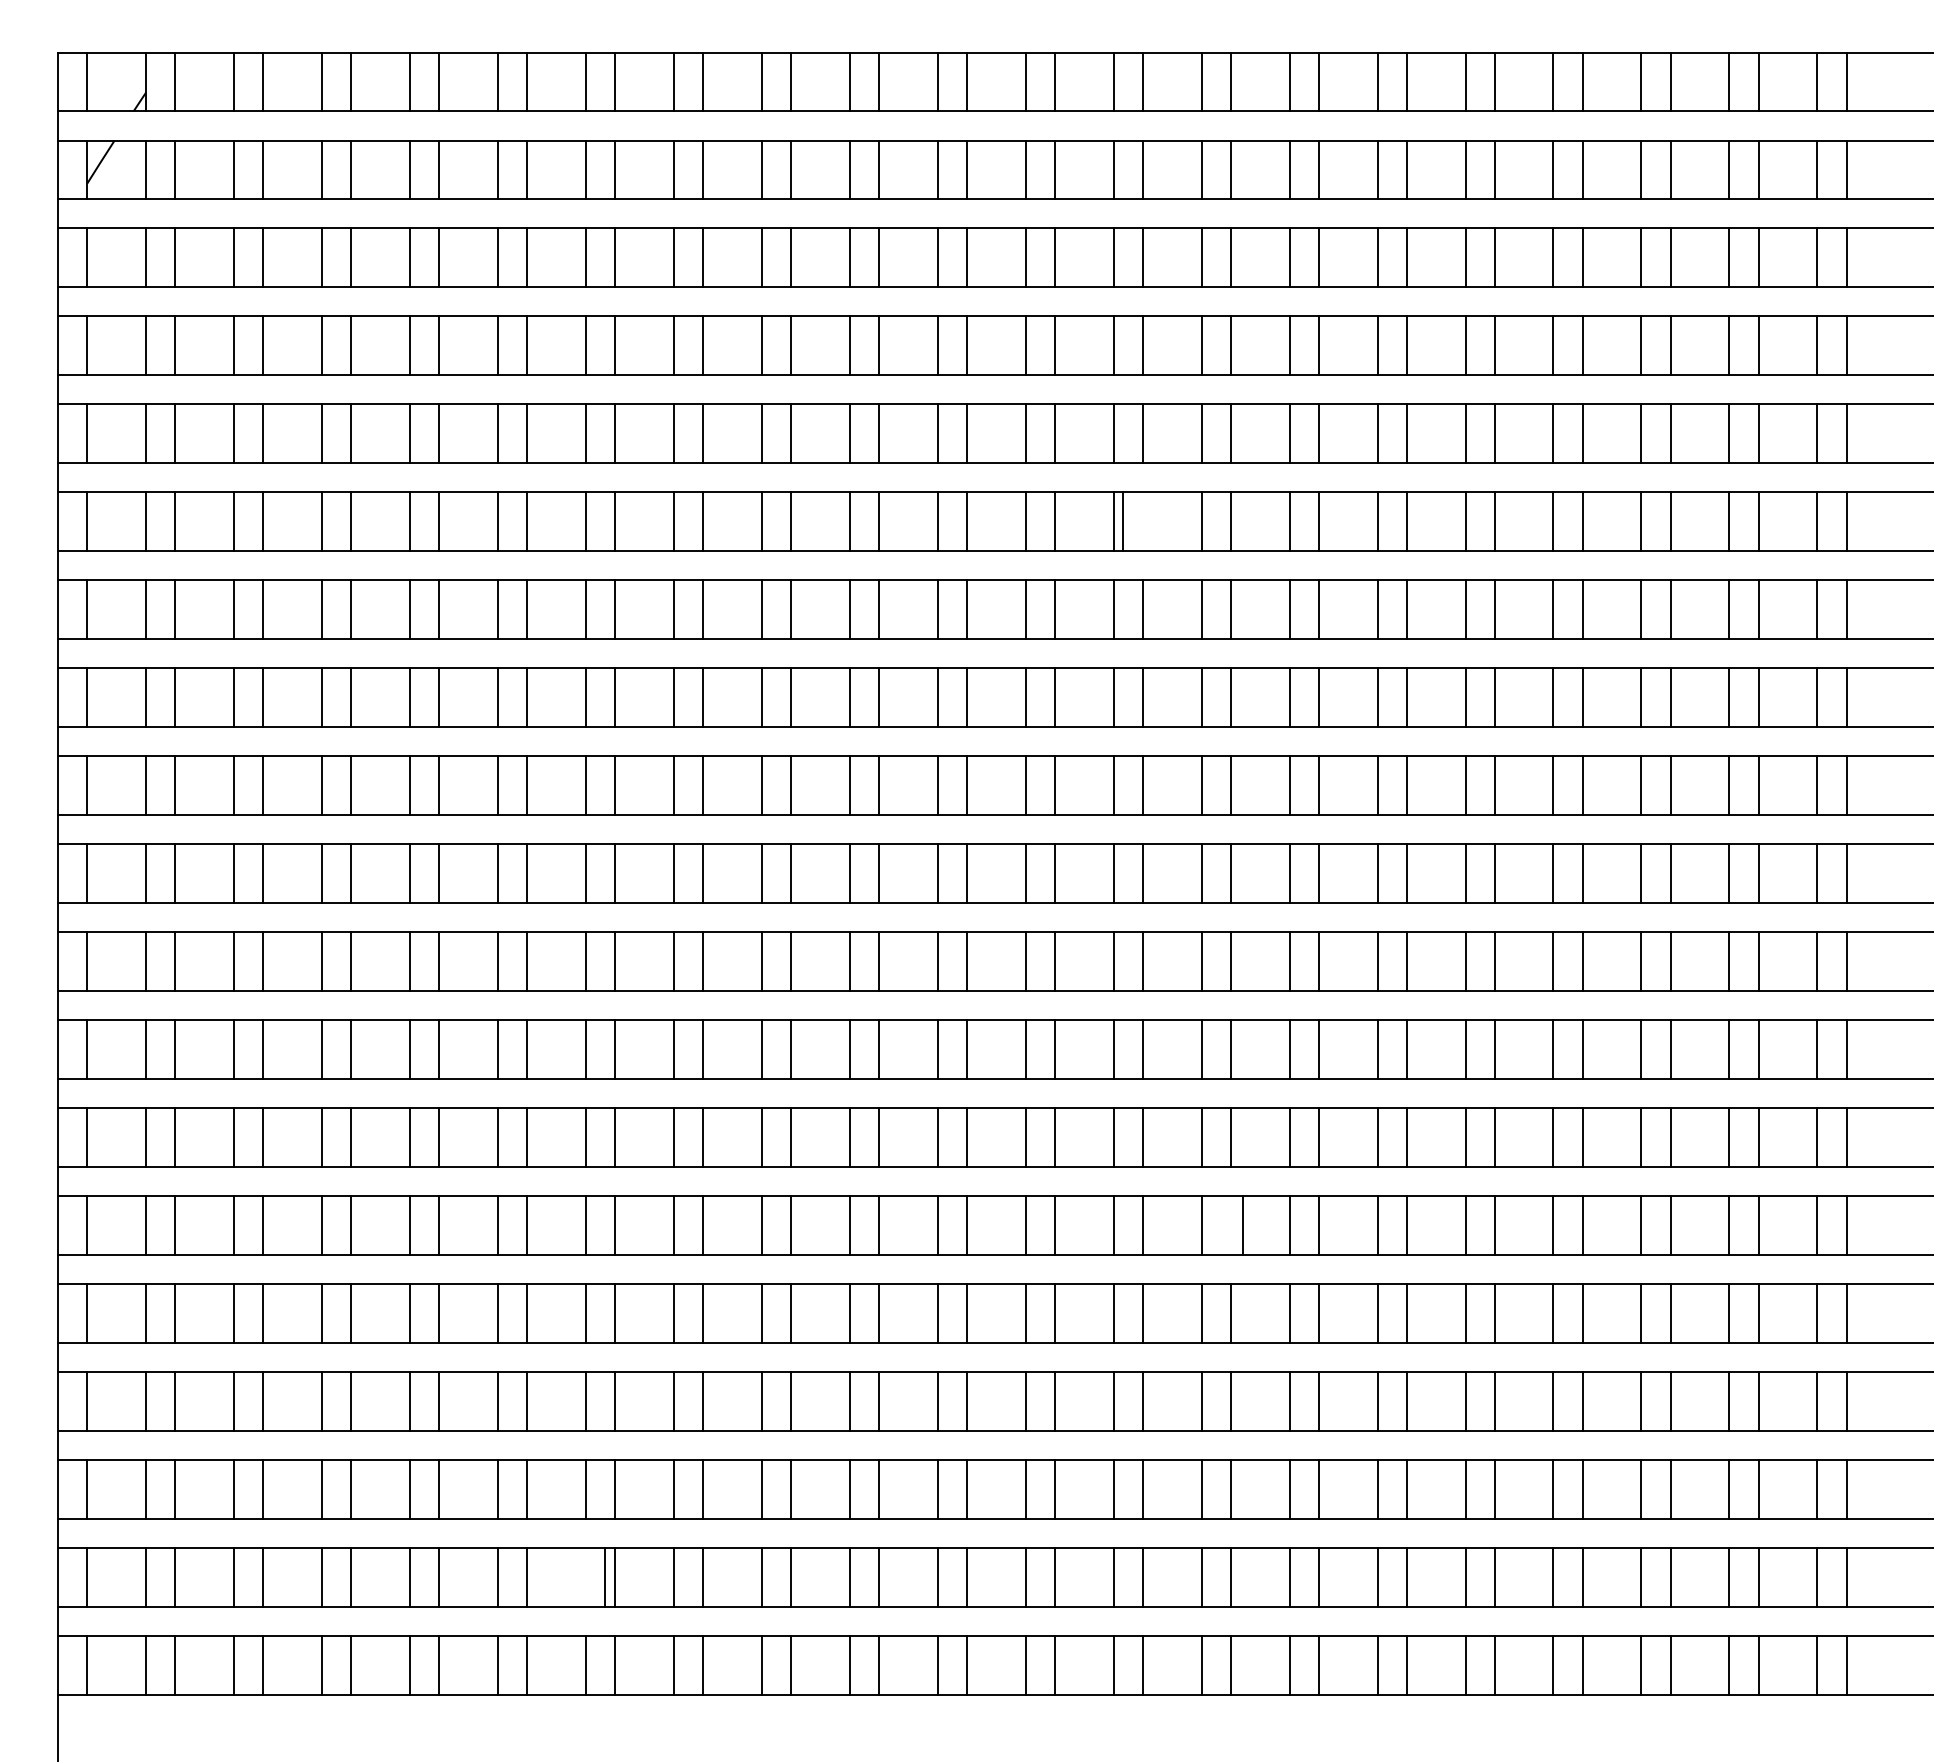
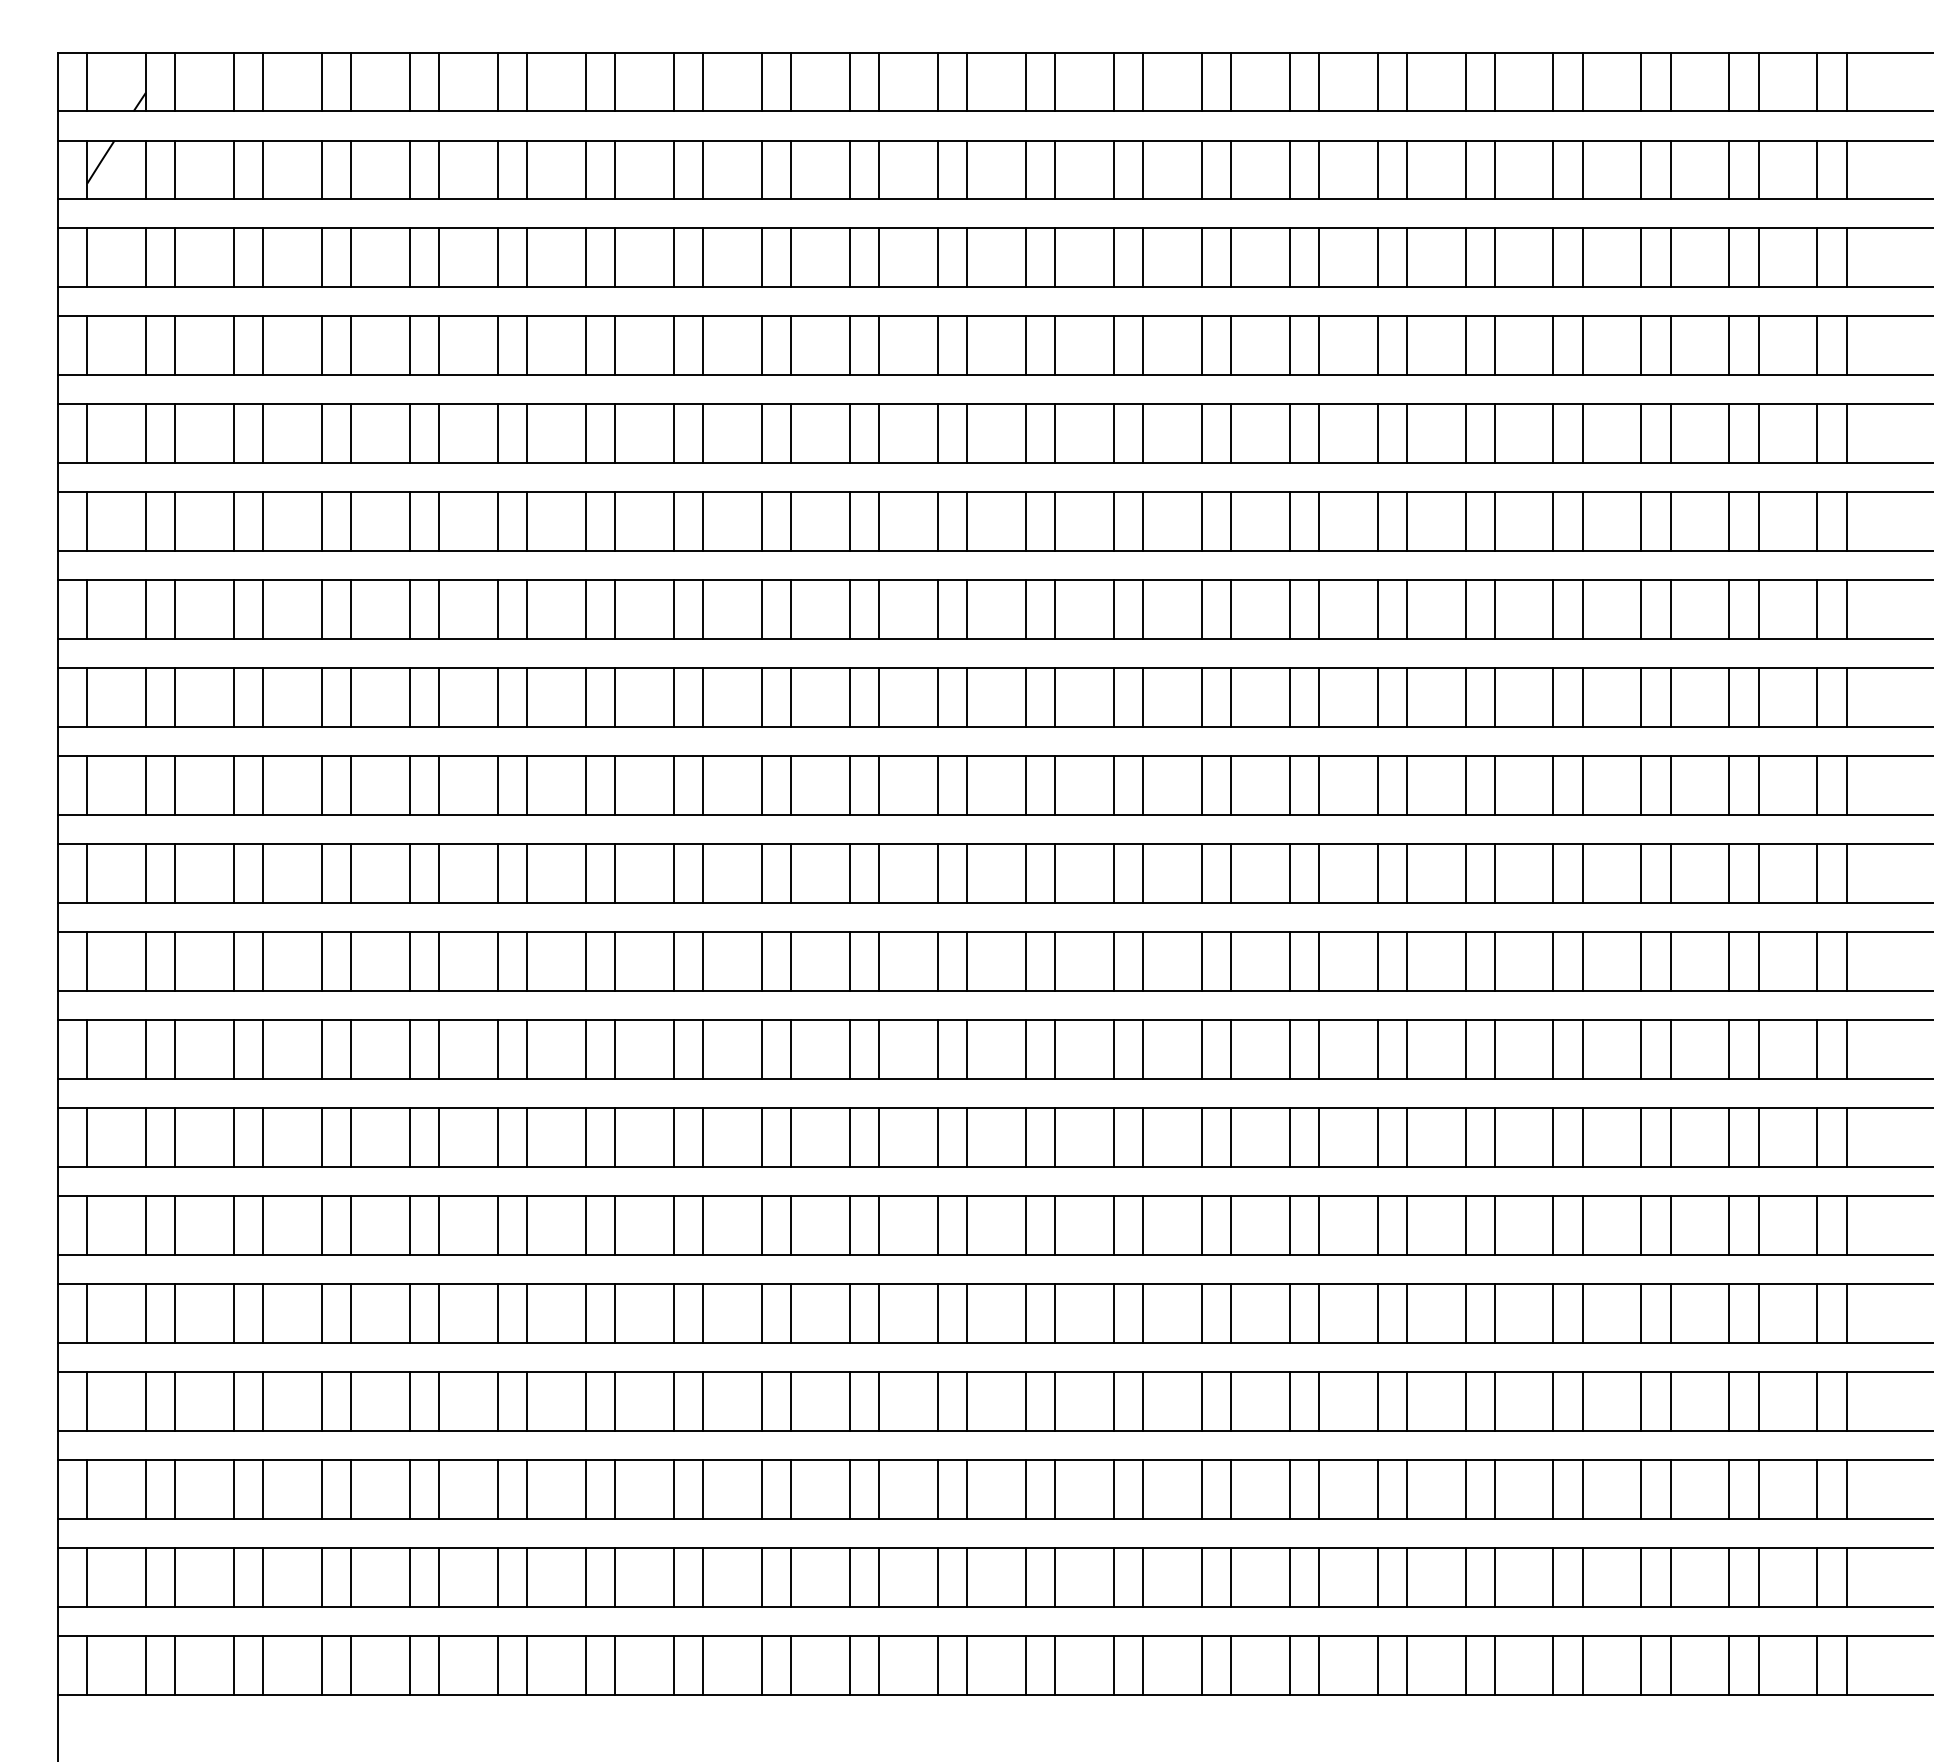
line at (1122, 521) position: (1122, 521) -> (1142, 521)
line at (1242, 1225) position: (1242, 1225) -> (1230, 1225)
line at (604, 1577) position: (604, 1577) -> (585, 1577)
